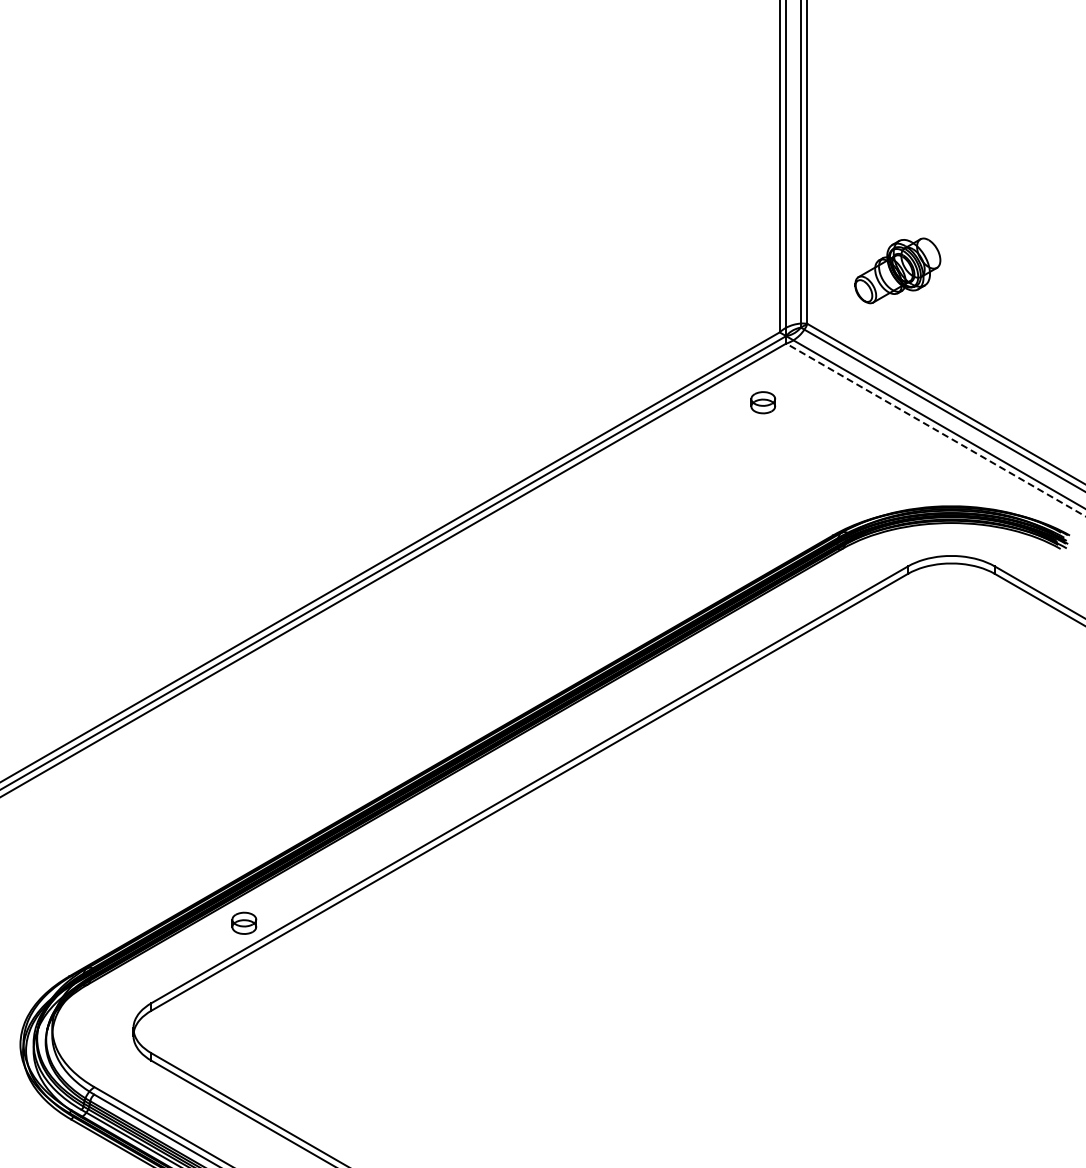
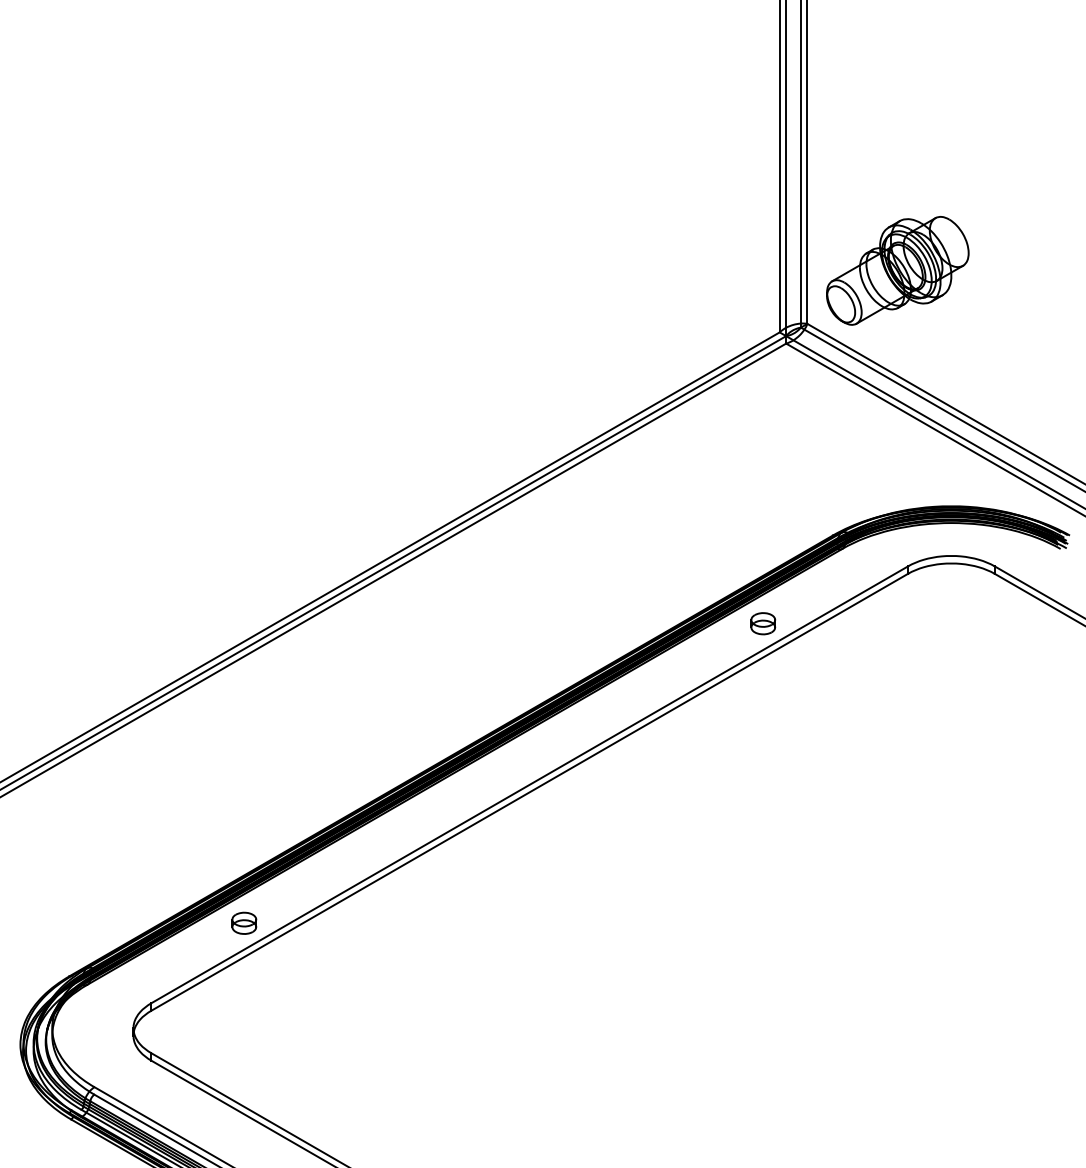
part at (897, 270) size: 88x68 px -> 144x110 px
part at (763, 402) position: (763, 402) -> (763, 623)
line at (935, 430): dashed -> solid
